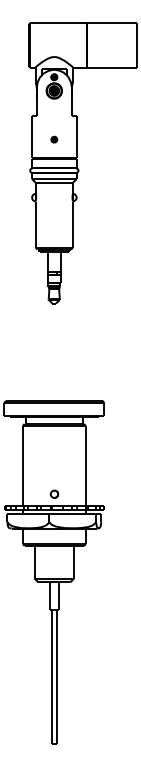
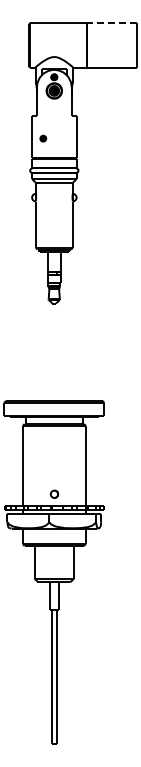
line at (111, 23): solid -> dashed
part at (54, 139) position: (54, 139) -> (43, 138)
